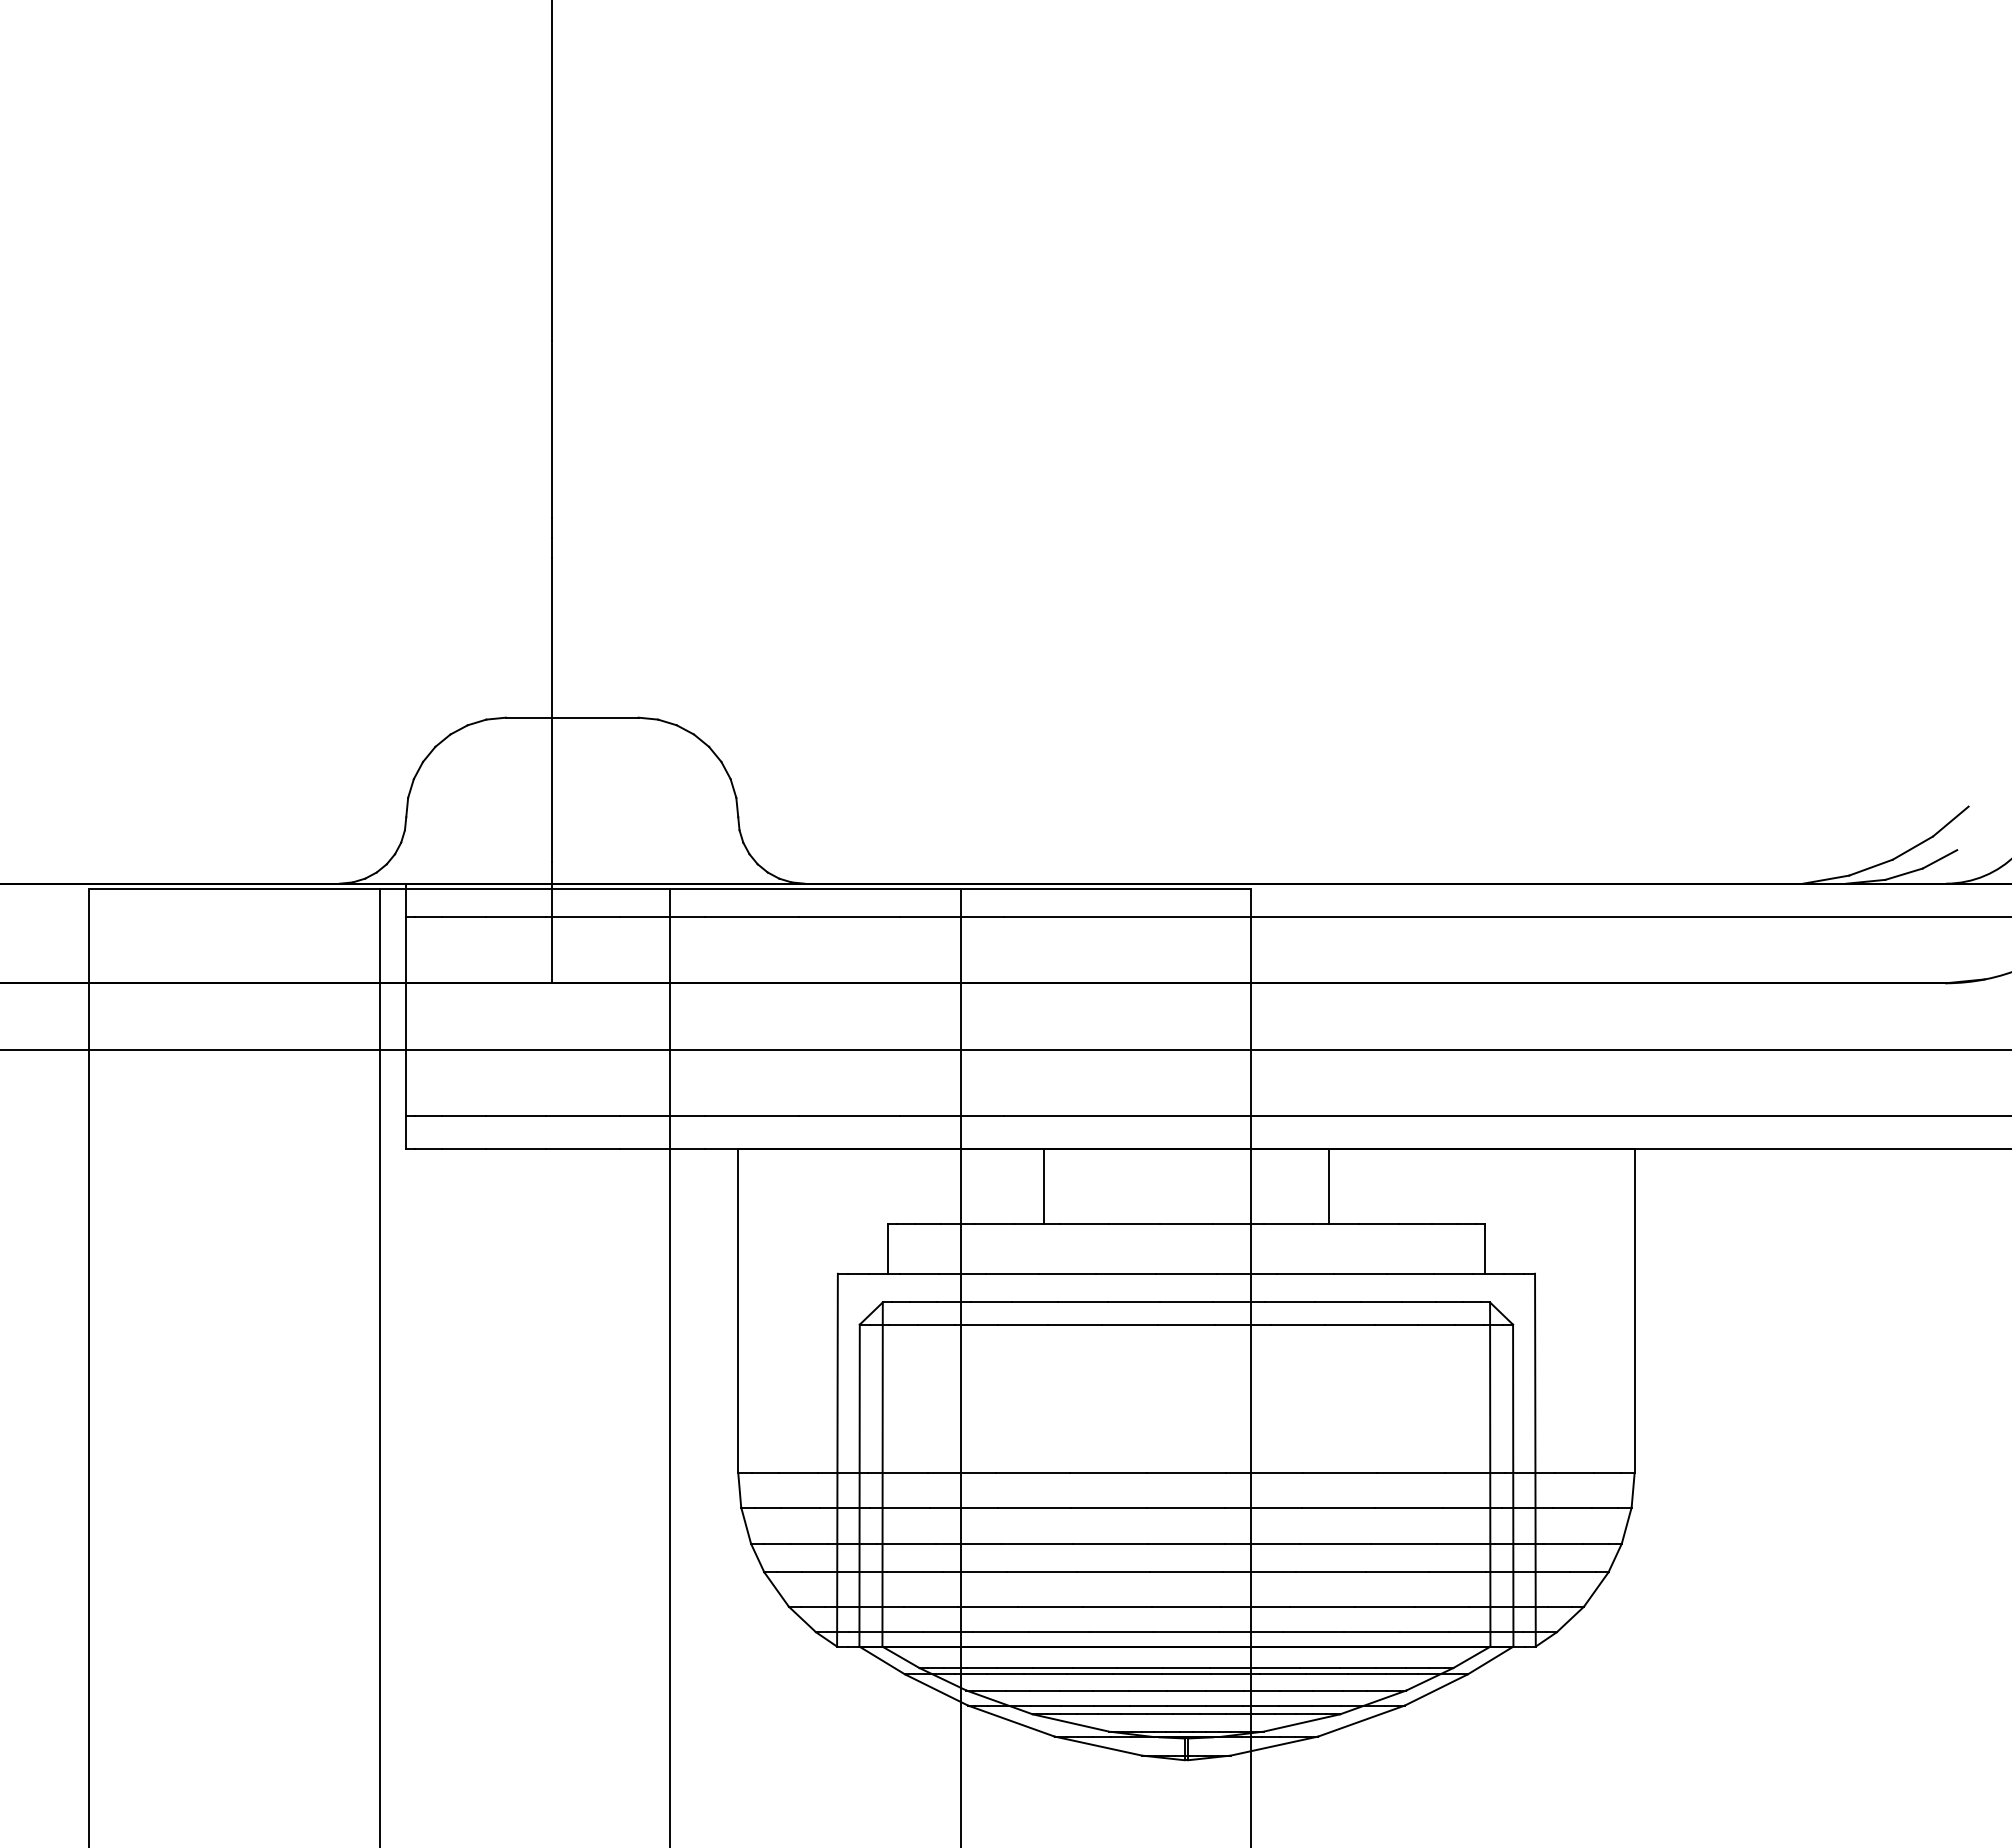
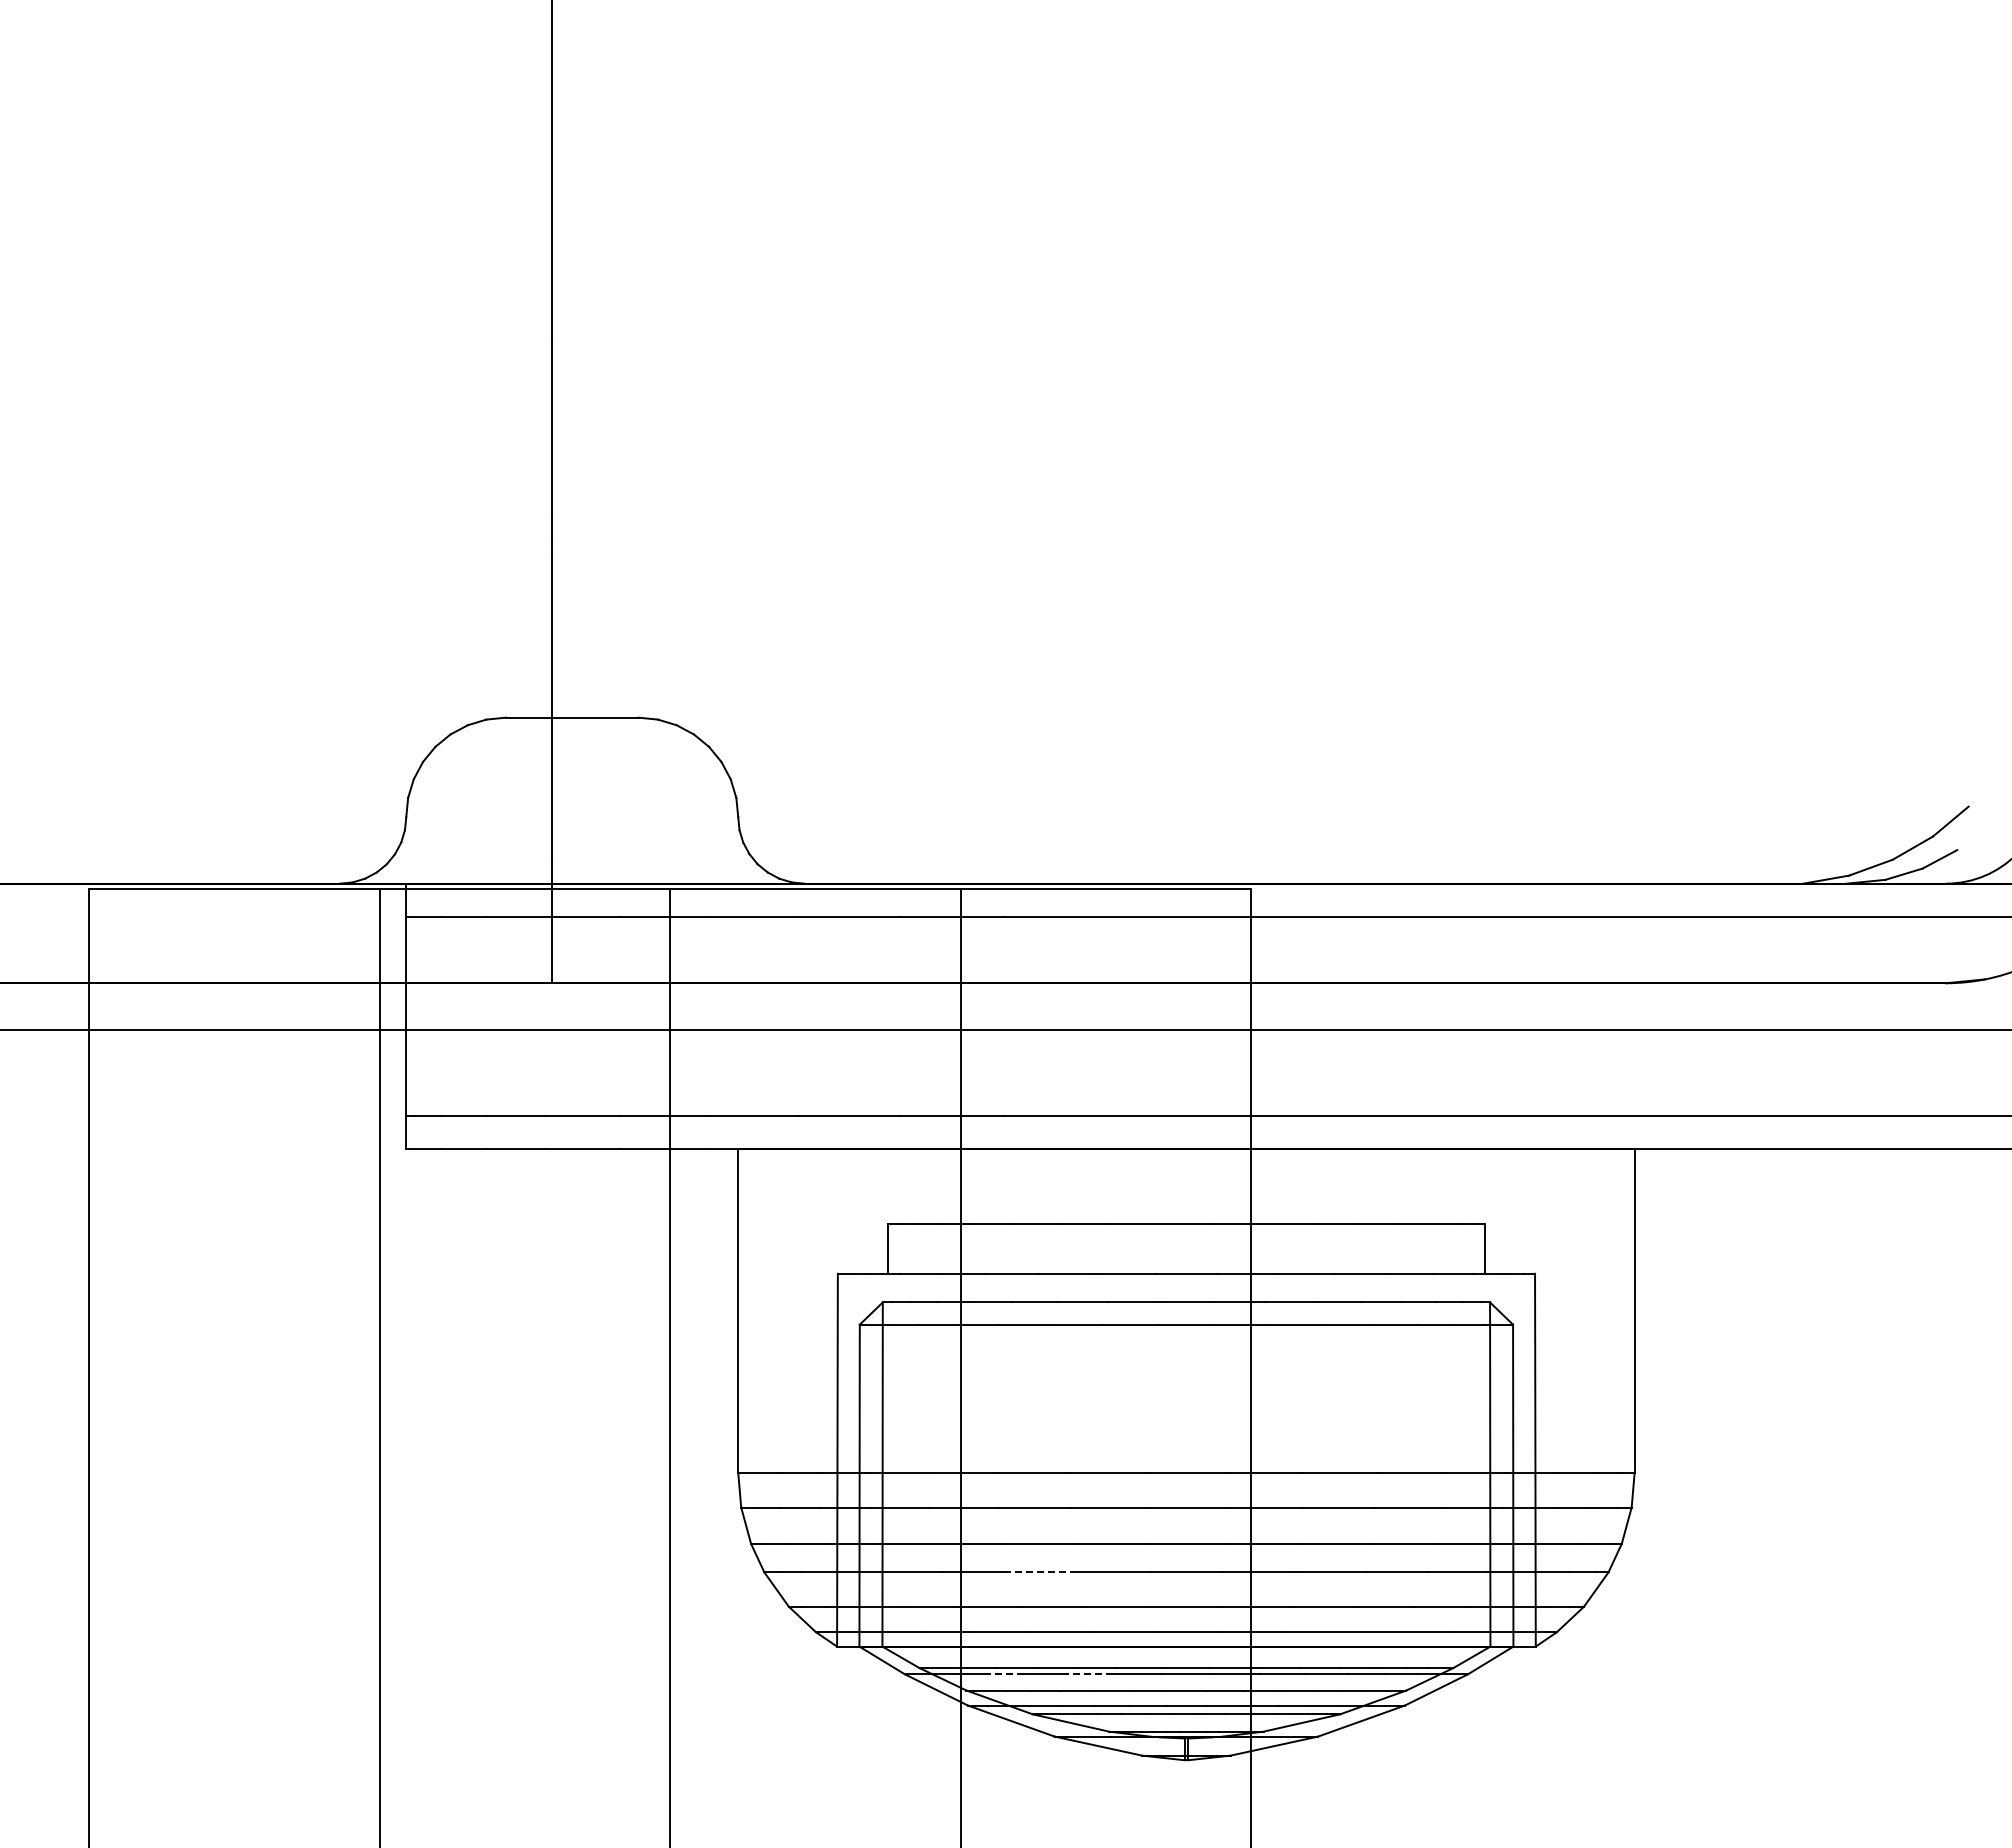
line at (1005, 1049) position: (1005, 1049) -> (1005, 1029)
line at (1043, 1186): present -> none
line at (1329, 1186): present -> none
line at (1042, 1572): solid -> dashed
line at (1005, 1674): solid -> dashed
line at (1089, 1674): solid -> dashed
